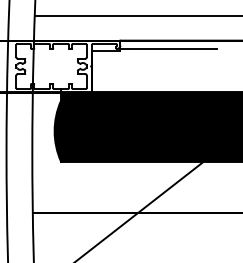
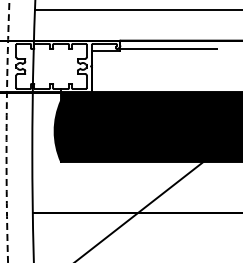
line at (136, 15) position: (136, 15) -> (136, 9)
circle at (7, 131): solid -> dashed
